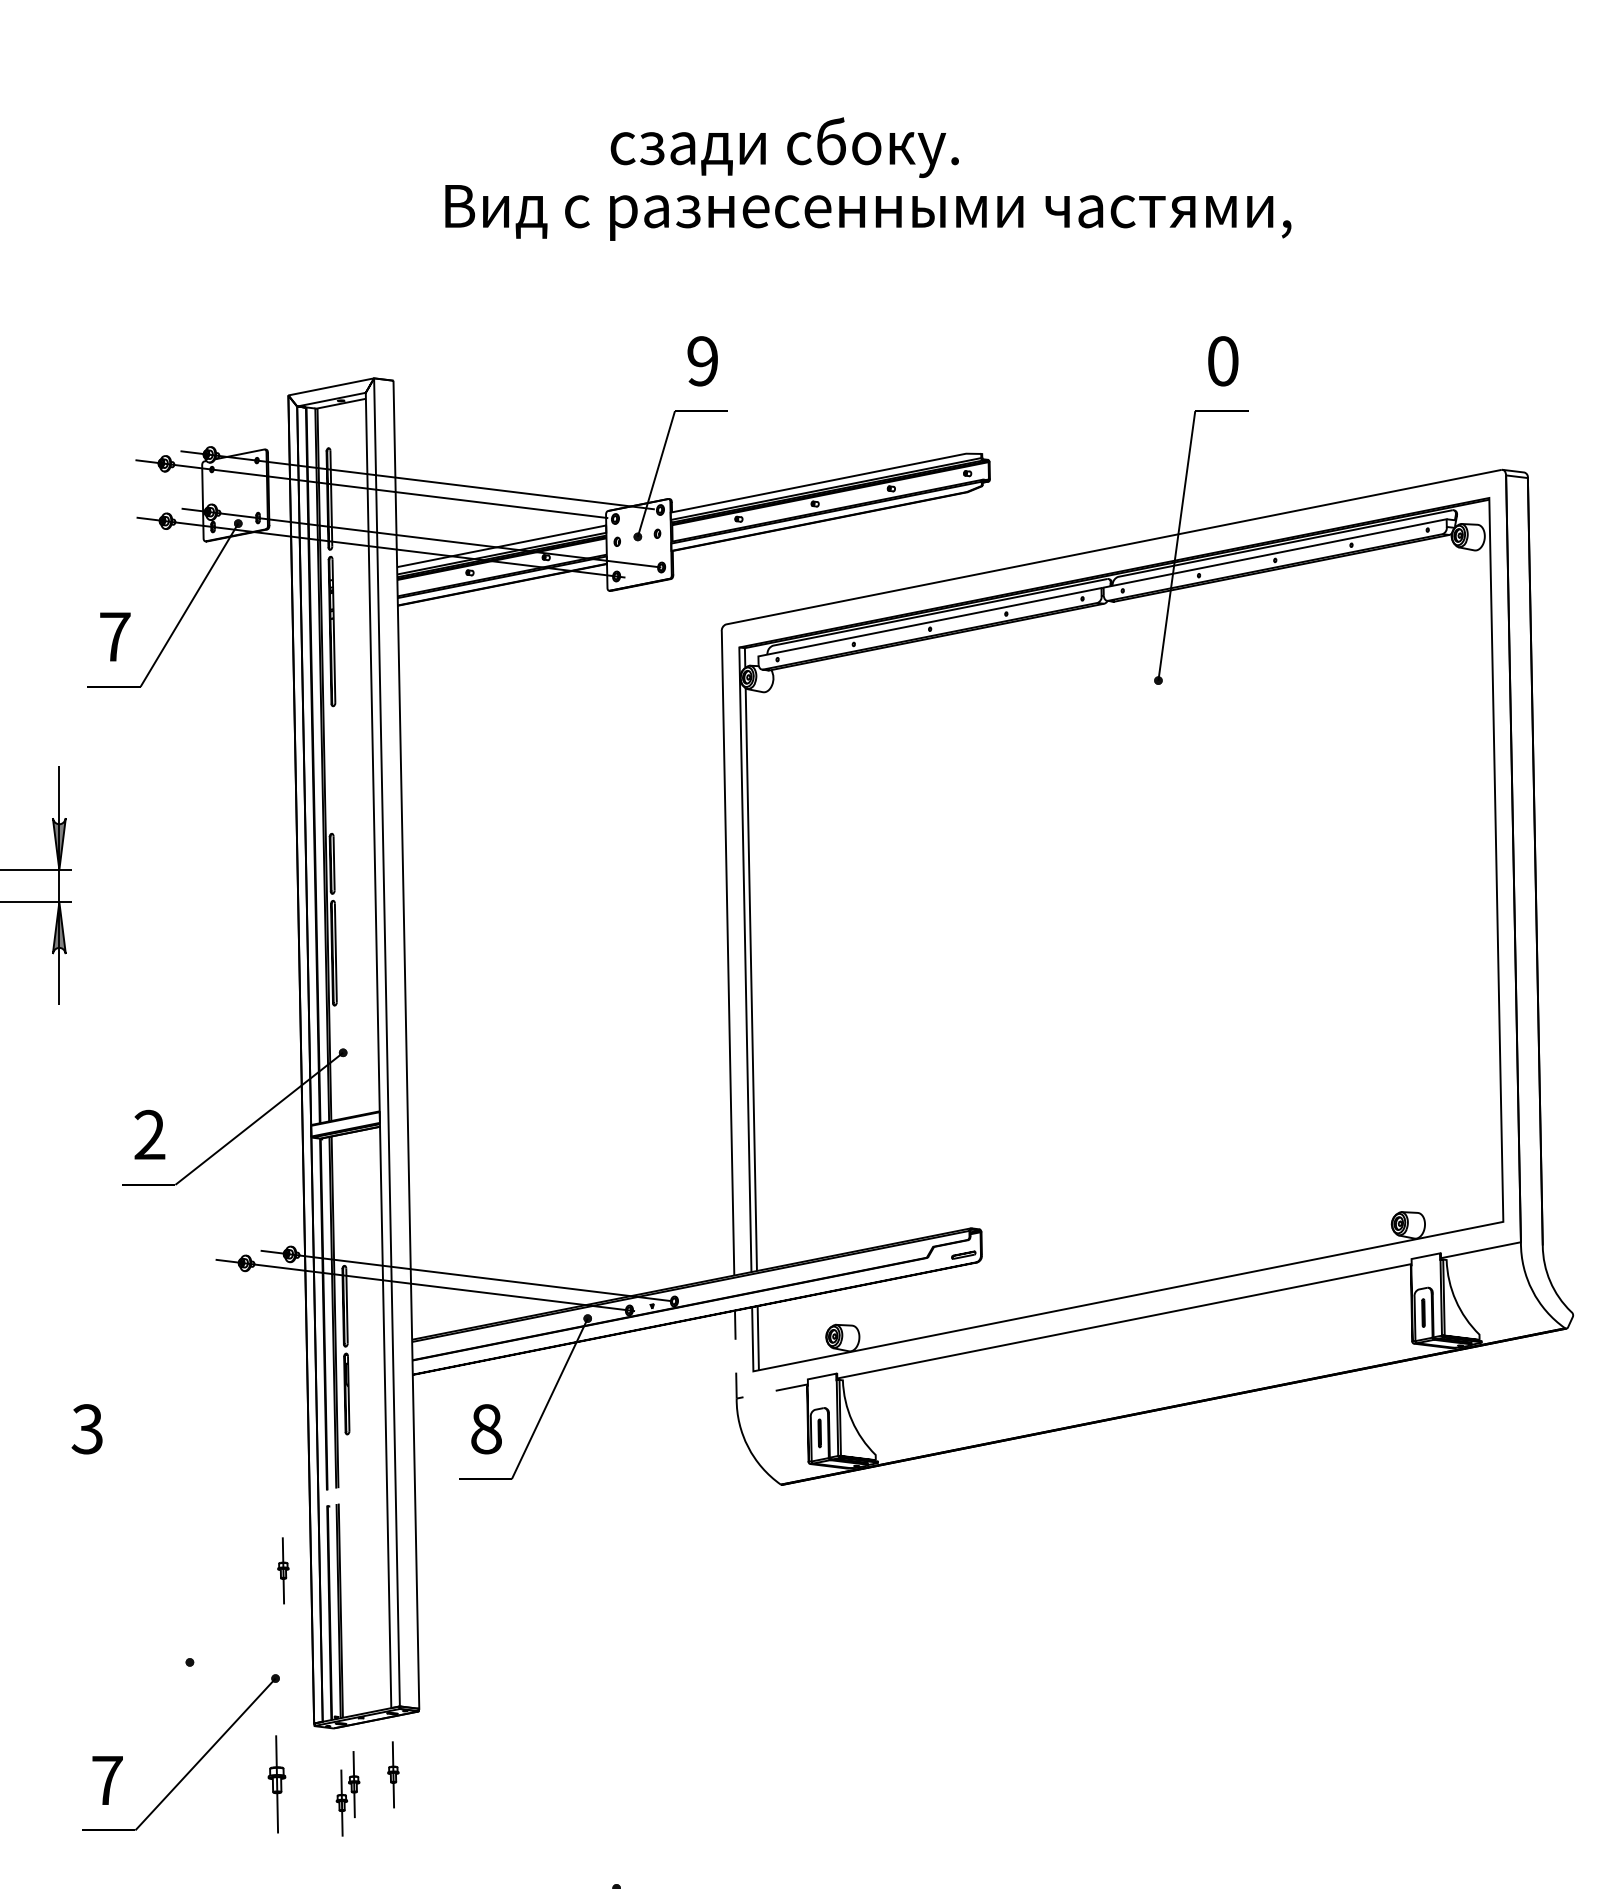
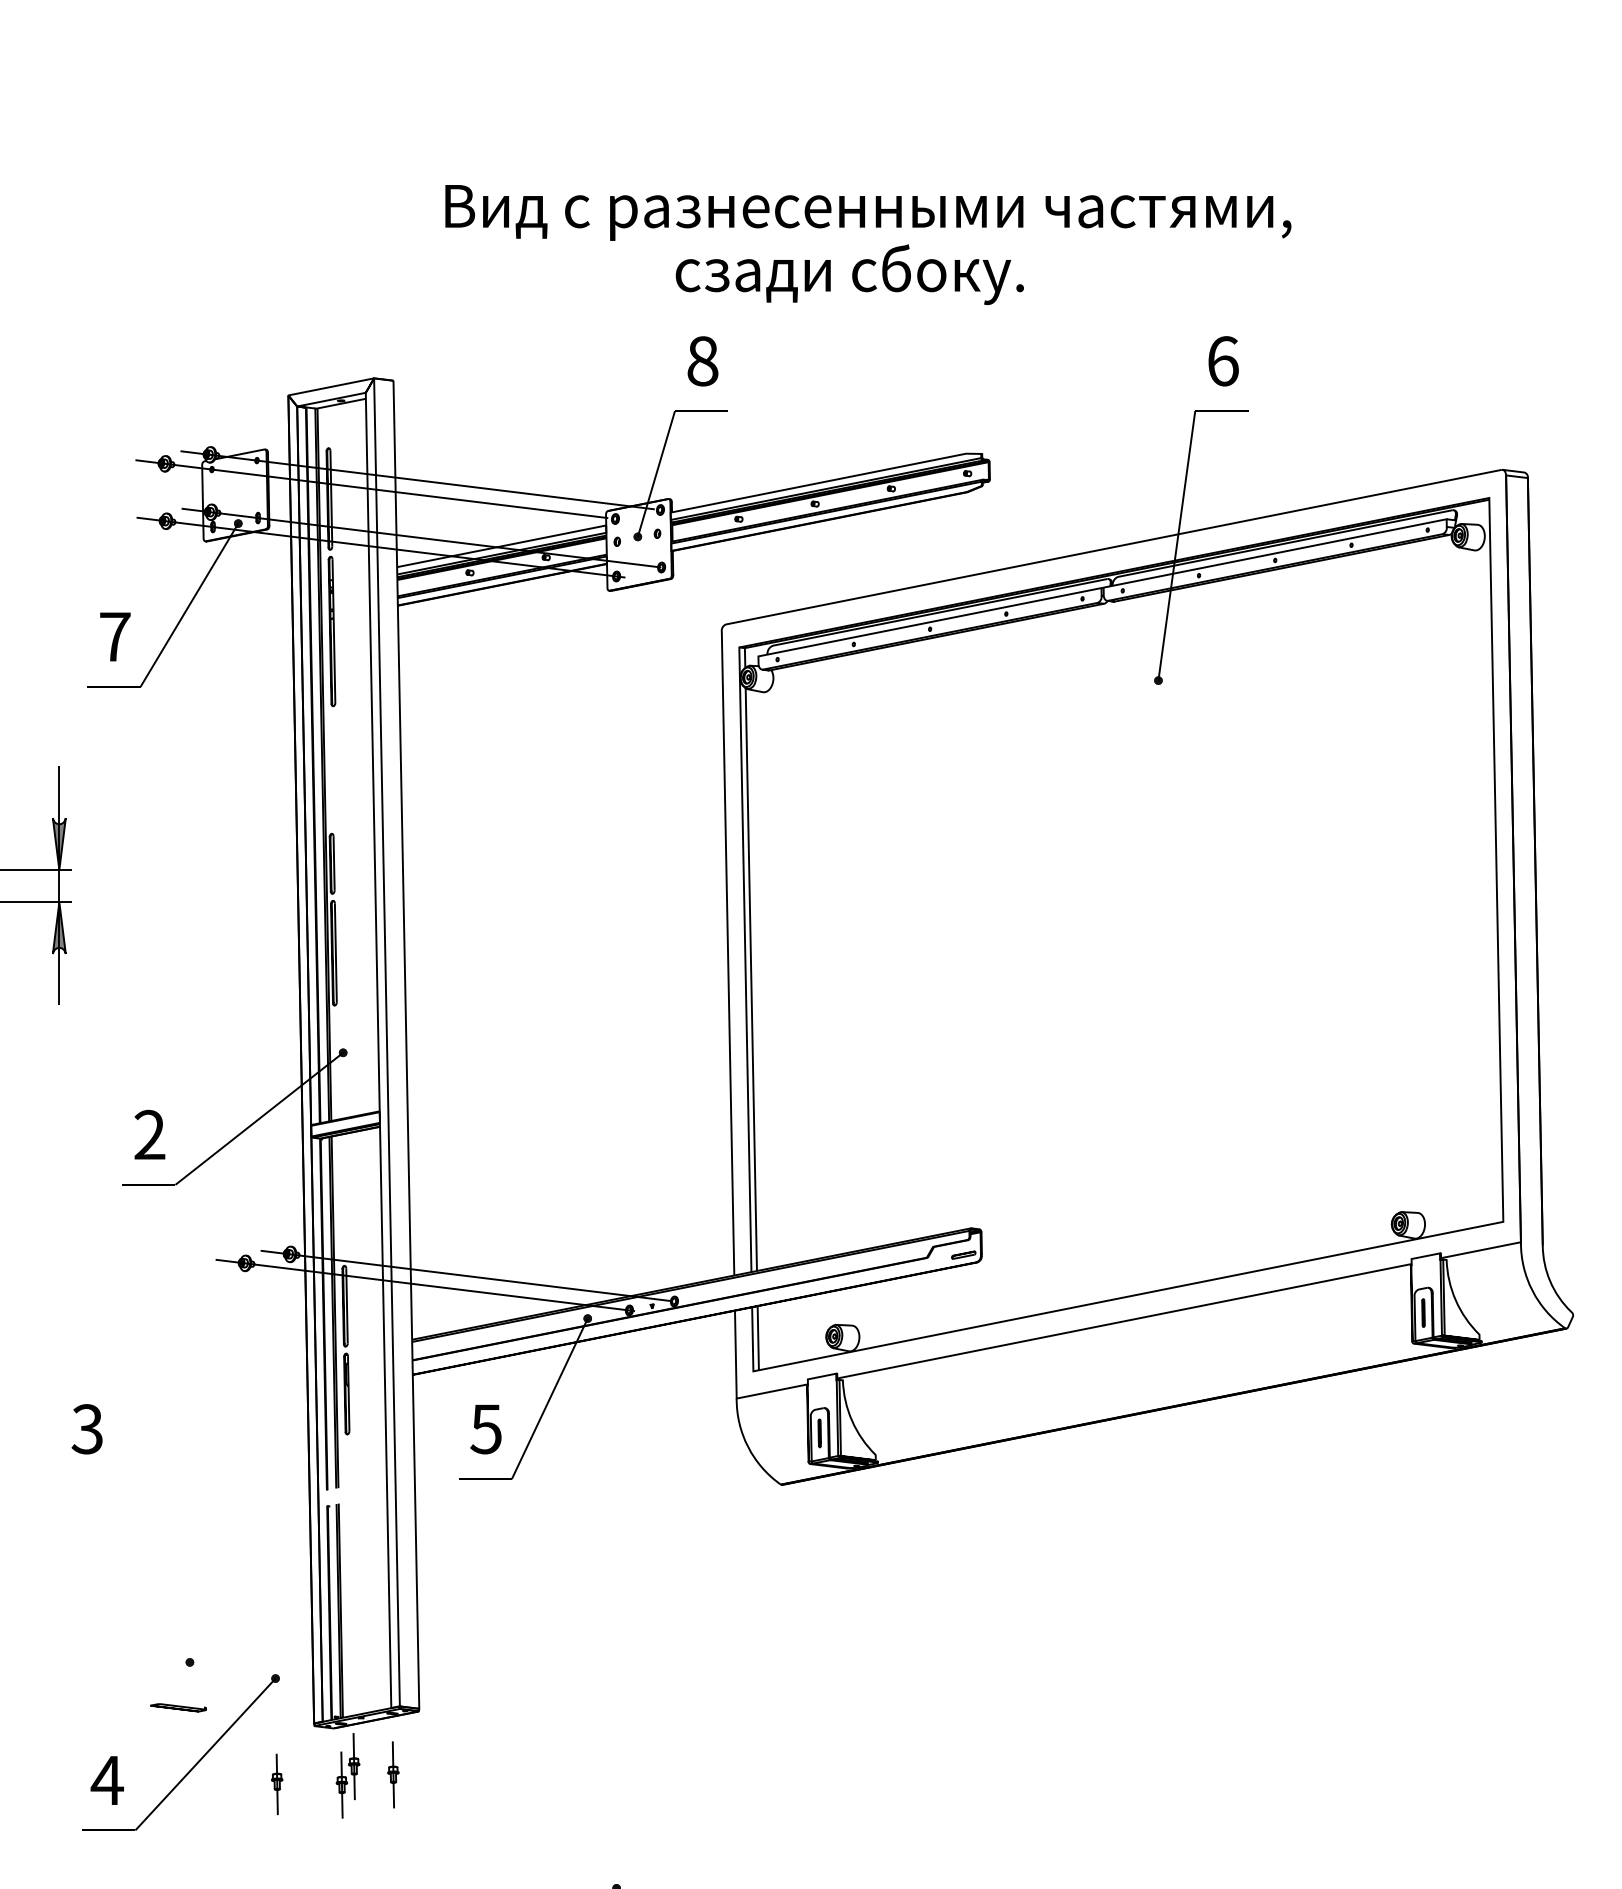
text at (784, 147) position: (784, 147) -> (849, 274)
text at (702, 361): 9 -> 8
text at (1223, 361): 0 -> 6
line at (736, 1391): dashed -> solid
text at (485, 1429): 8 -> 5
part at (283, 1570): present -> none
part at (178, 1707): none -> present
text at (106, 1780): 7 -> 4
part at (276, 1784) size: 20x99 px -> 13x63 px
part at (347, 1793) position: (347, 1793) -> (347, 1775)
